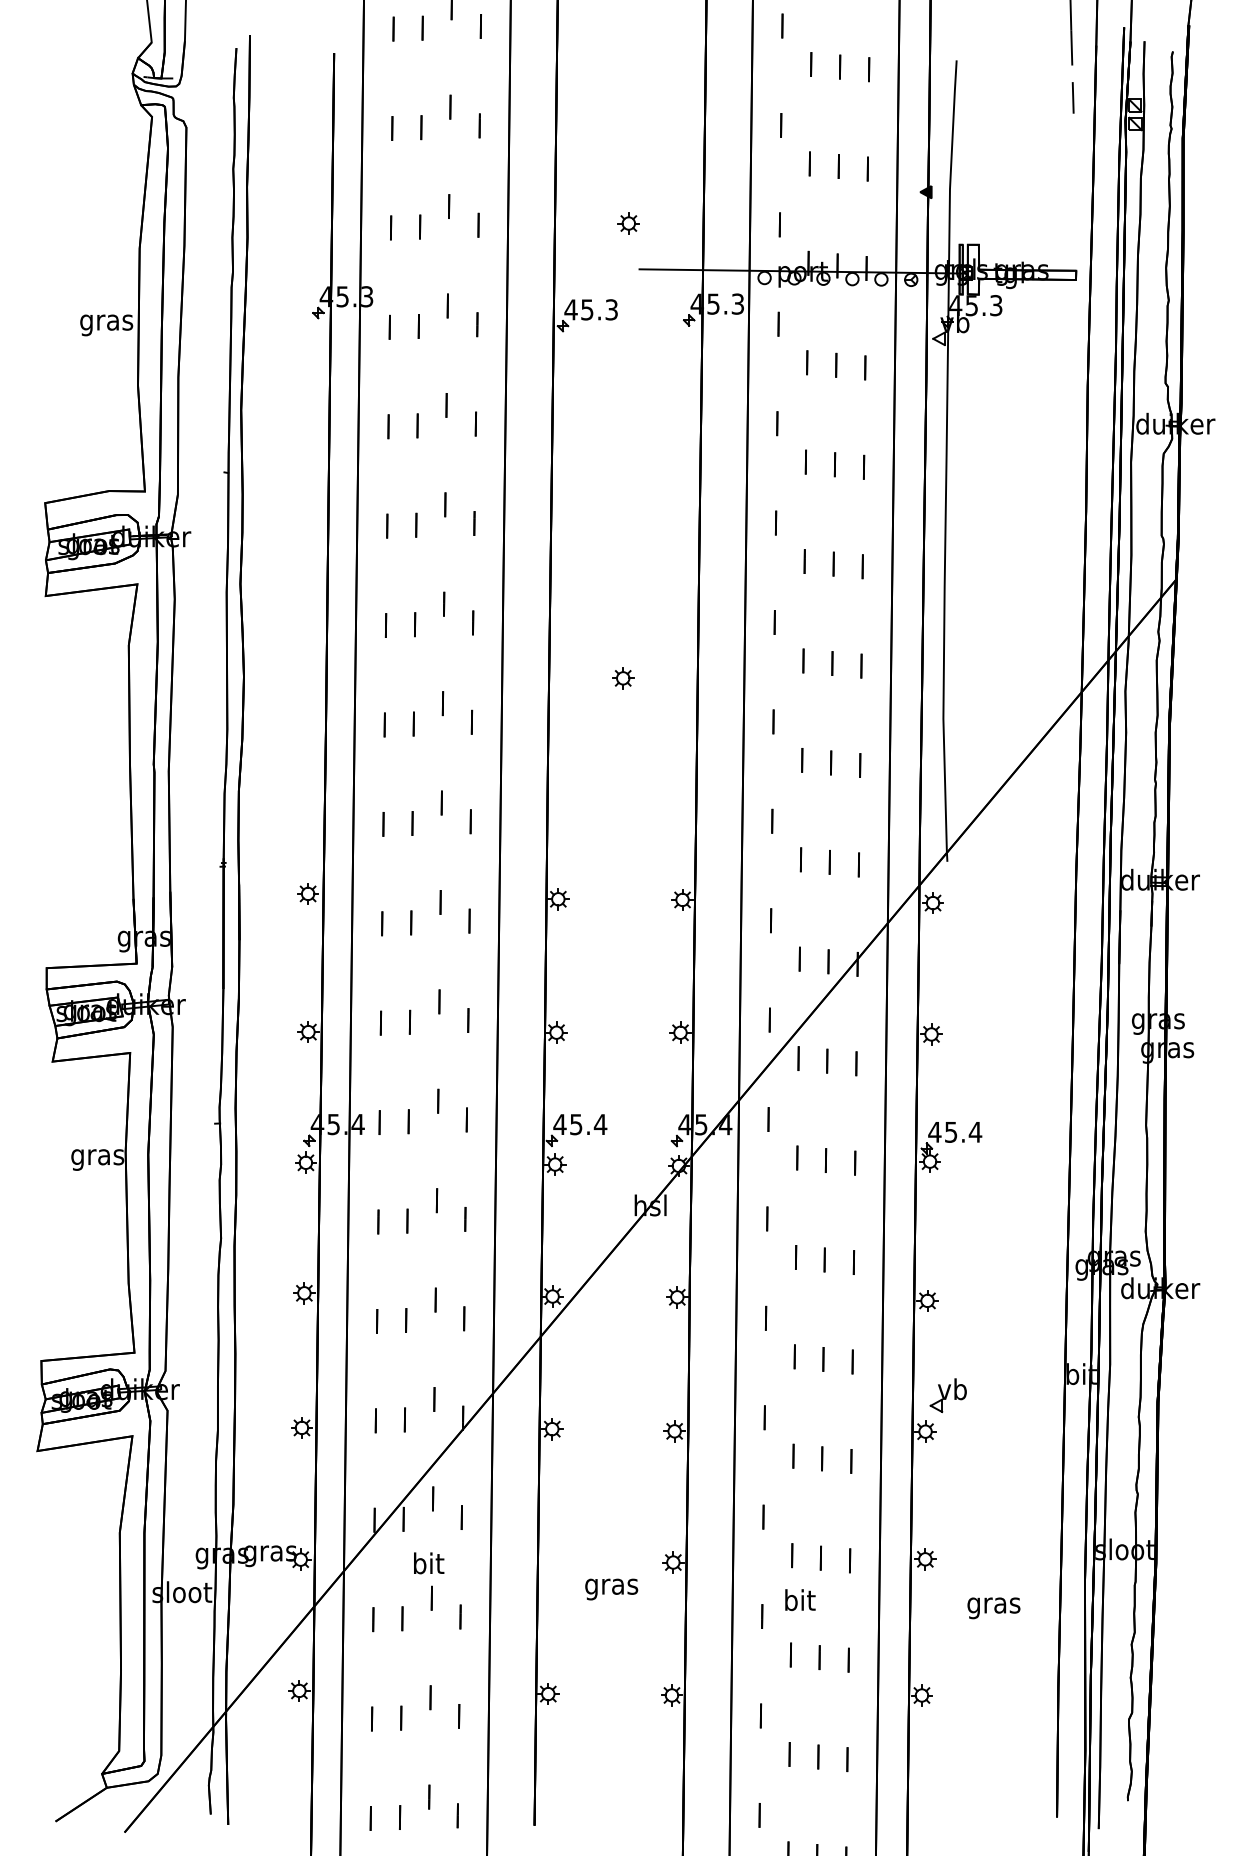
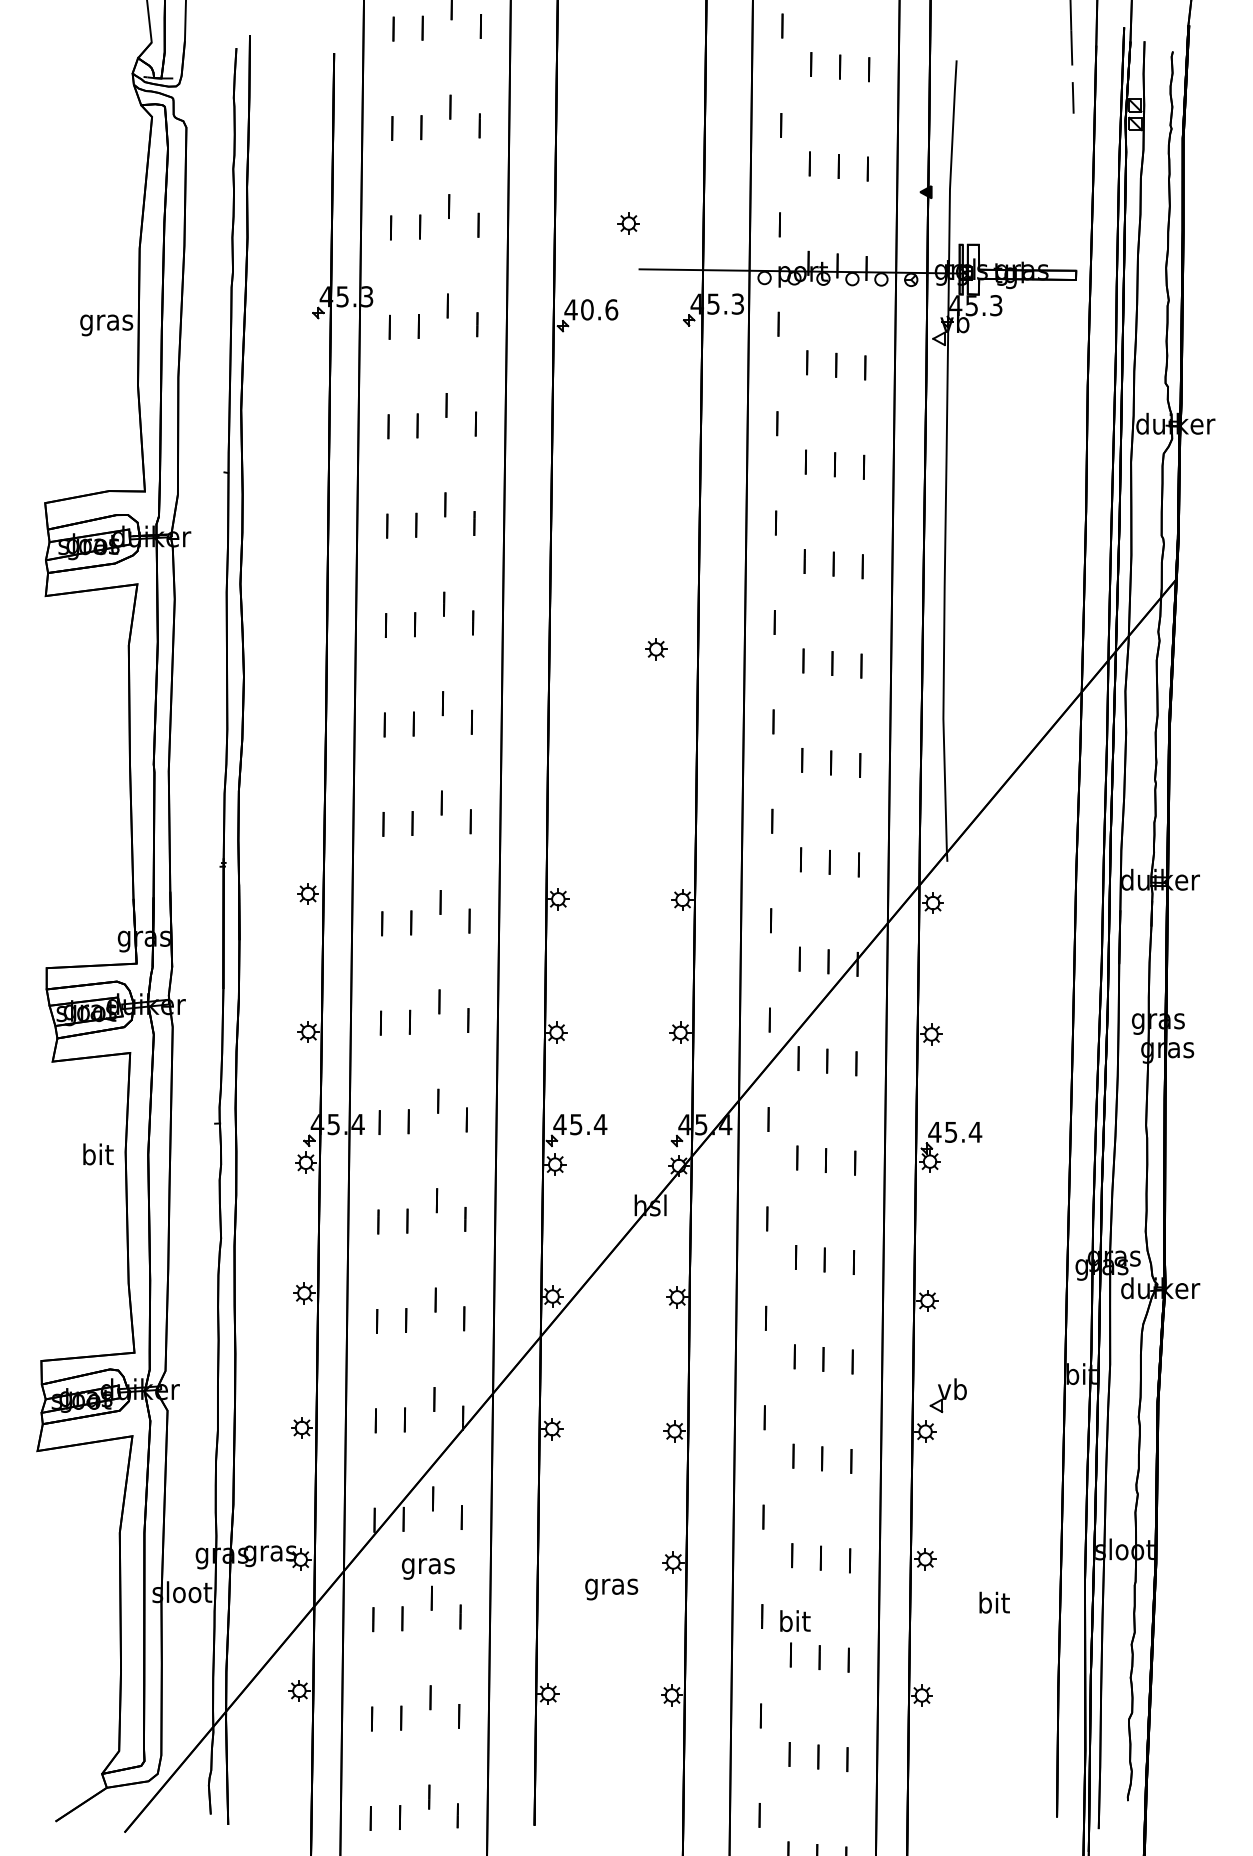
text at (599, 309): 45.3 -> 40.6
part at (623, 678) position: (623, 678) -> (656, 649)
text at (97, 1156): gras -> bit
text at (428, 1565): bit -> gras
text at (800, 1599) position: (800, 1599) -> (795, 1620)
text at (993, 1605): gras -> bit
